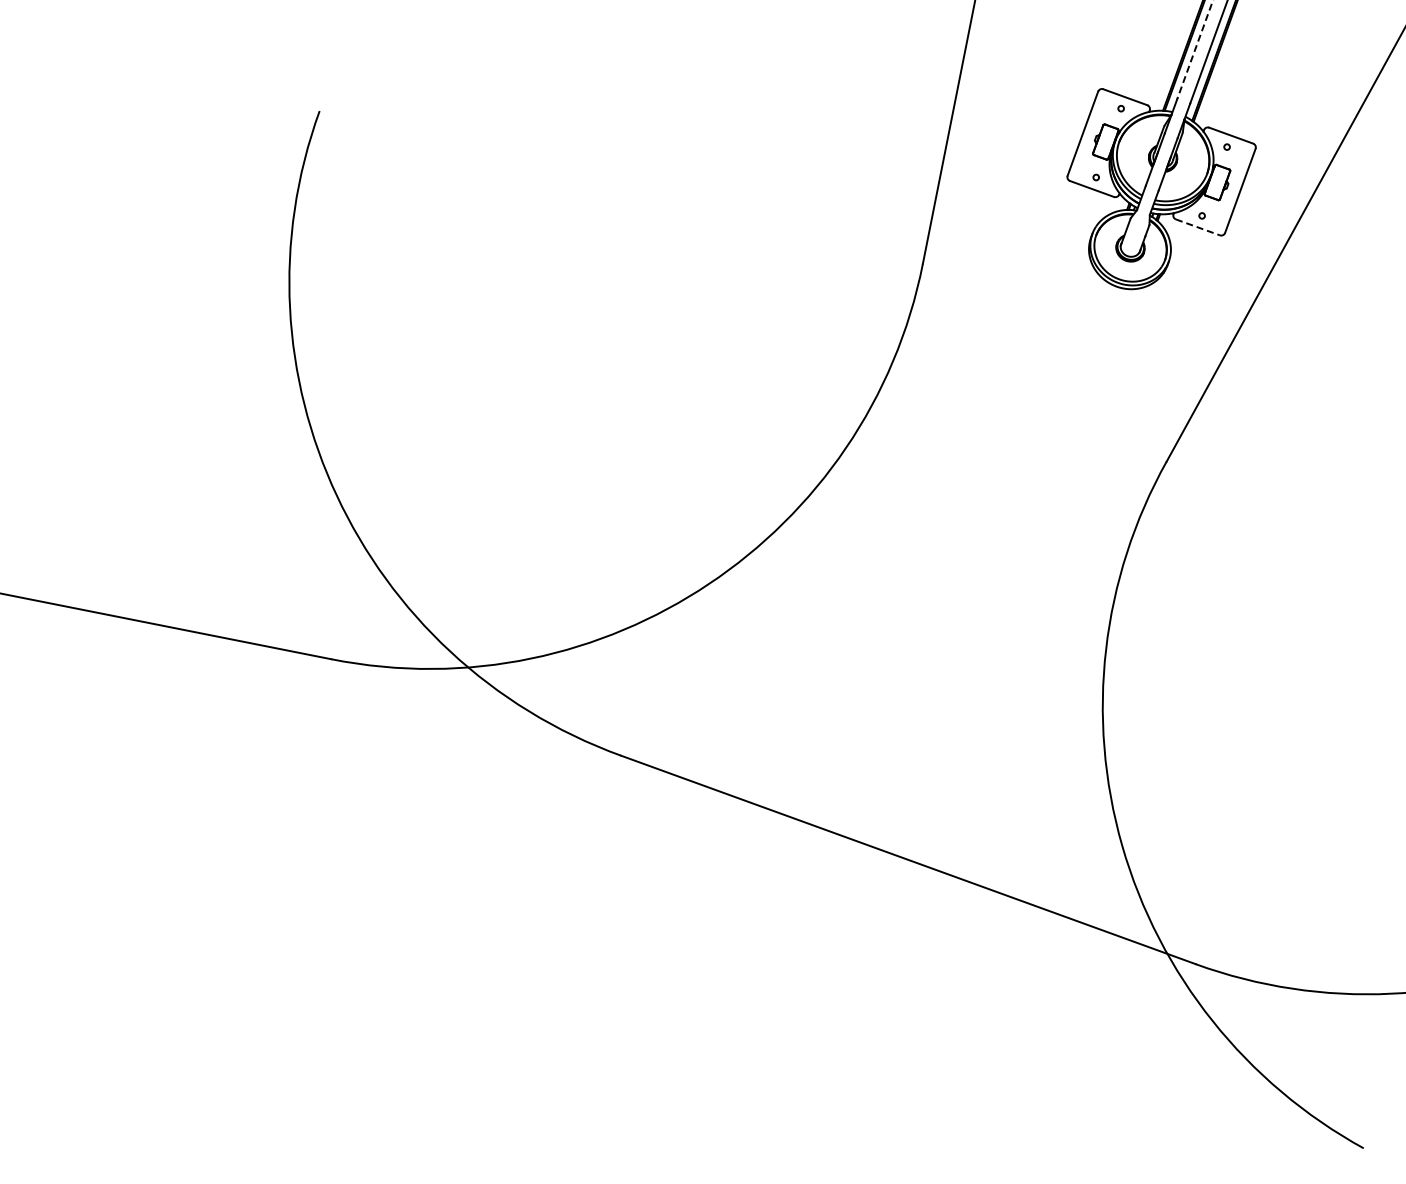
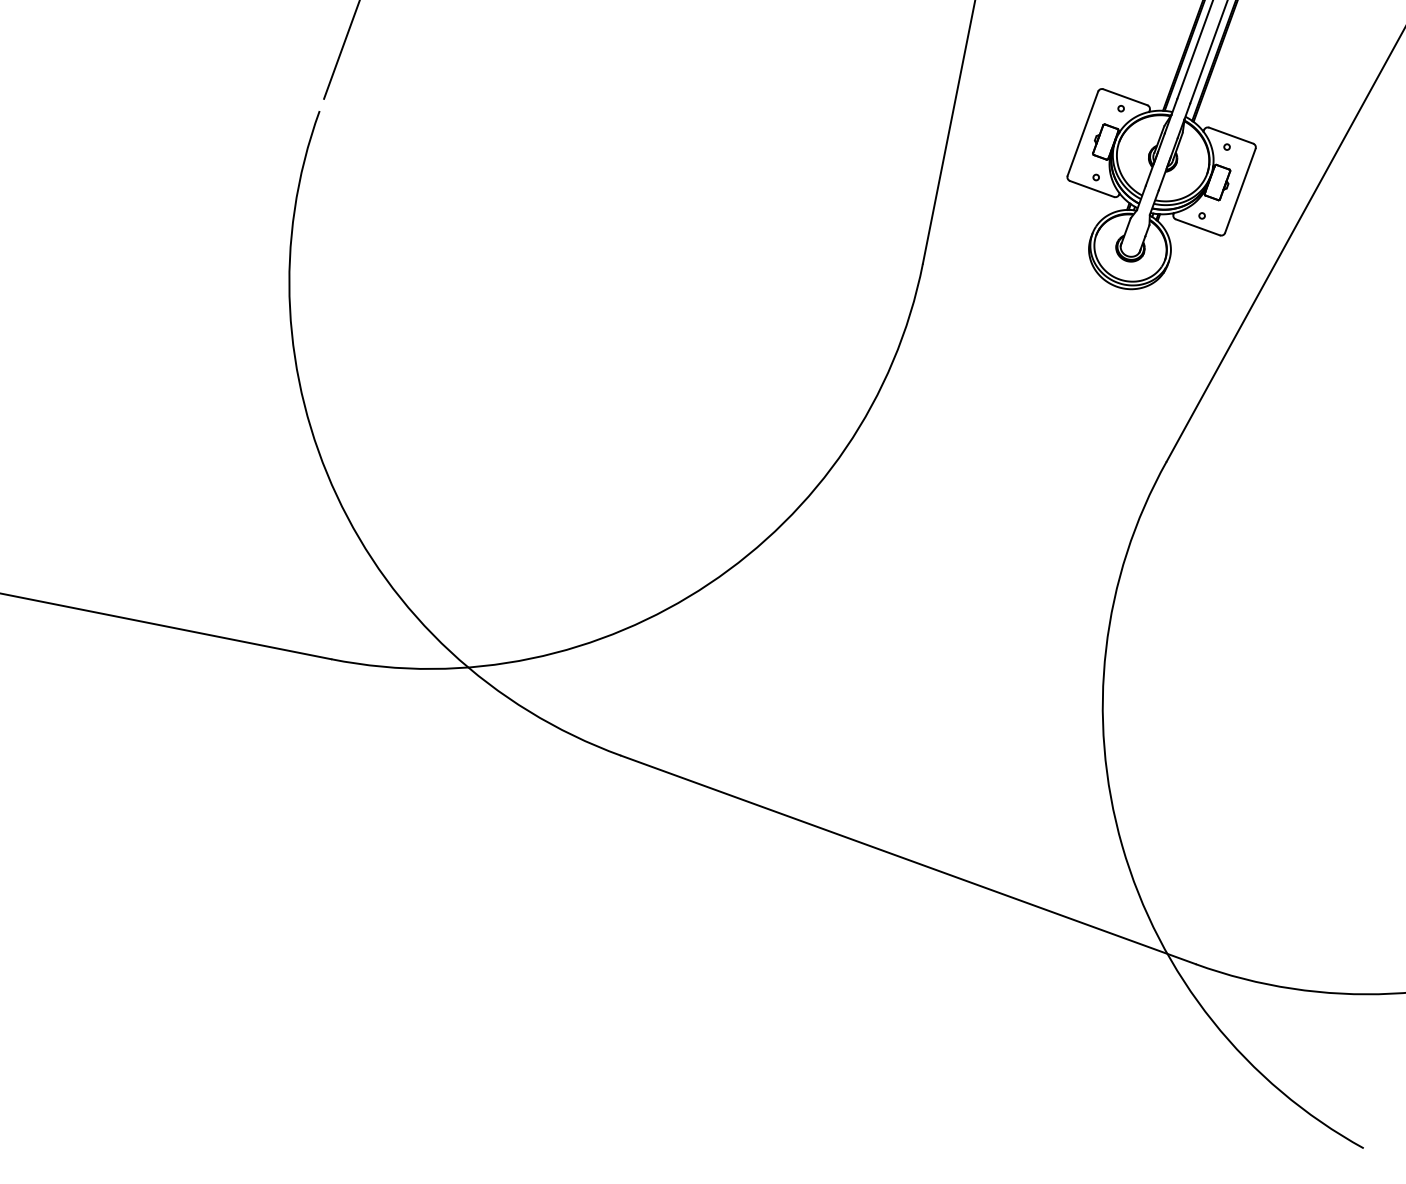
line at (341, 50): none -> present
line at (1194, 50): dashed -> solid
line at (1198, 227): dashed -> solid
